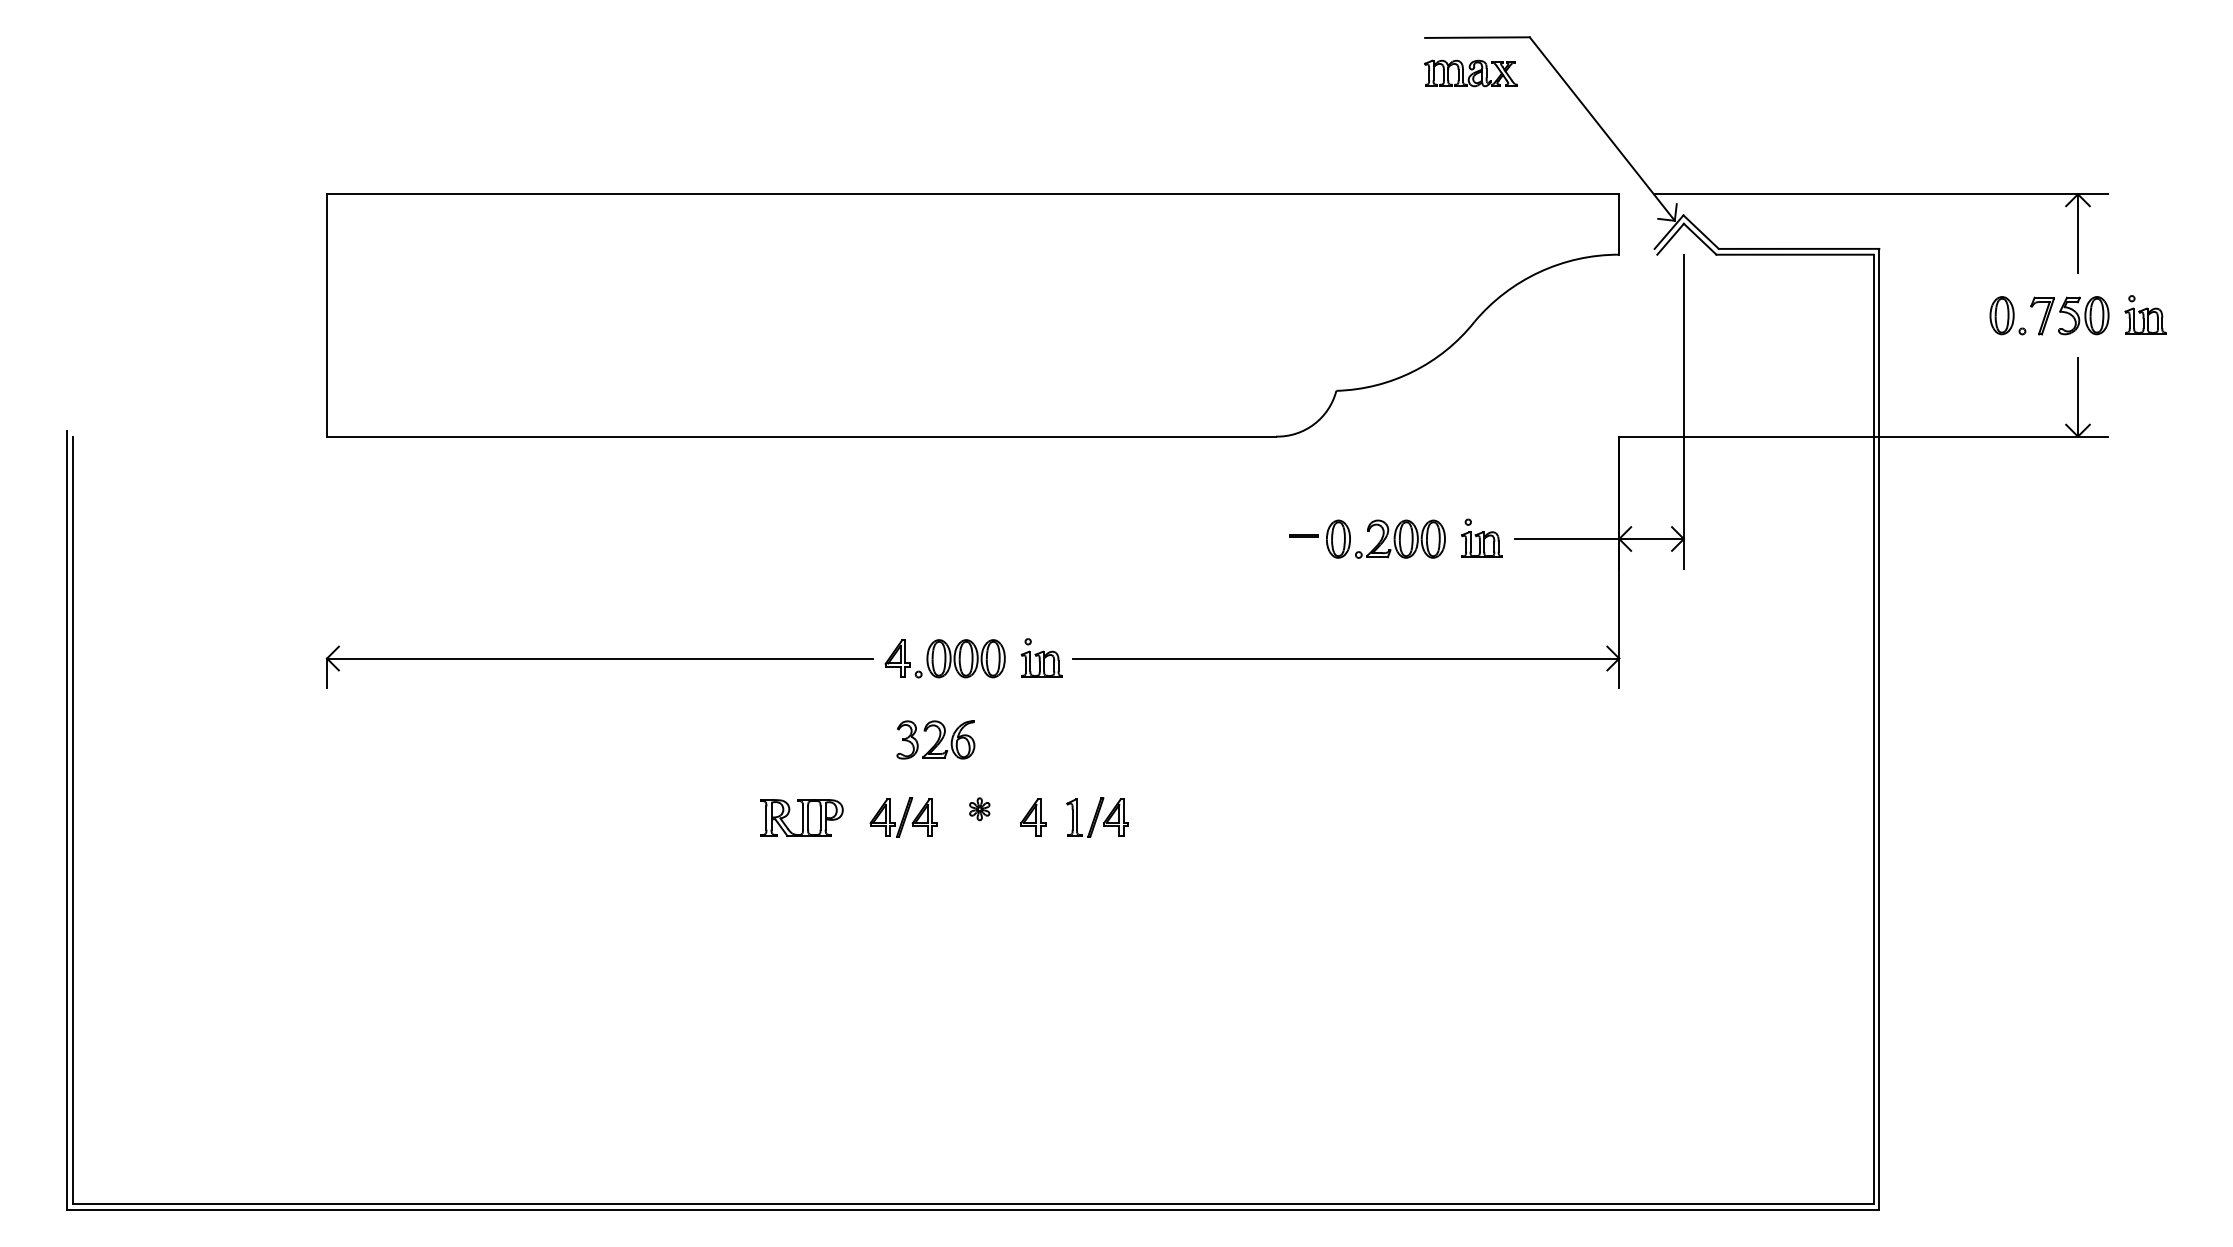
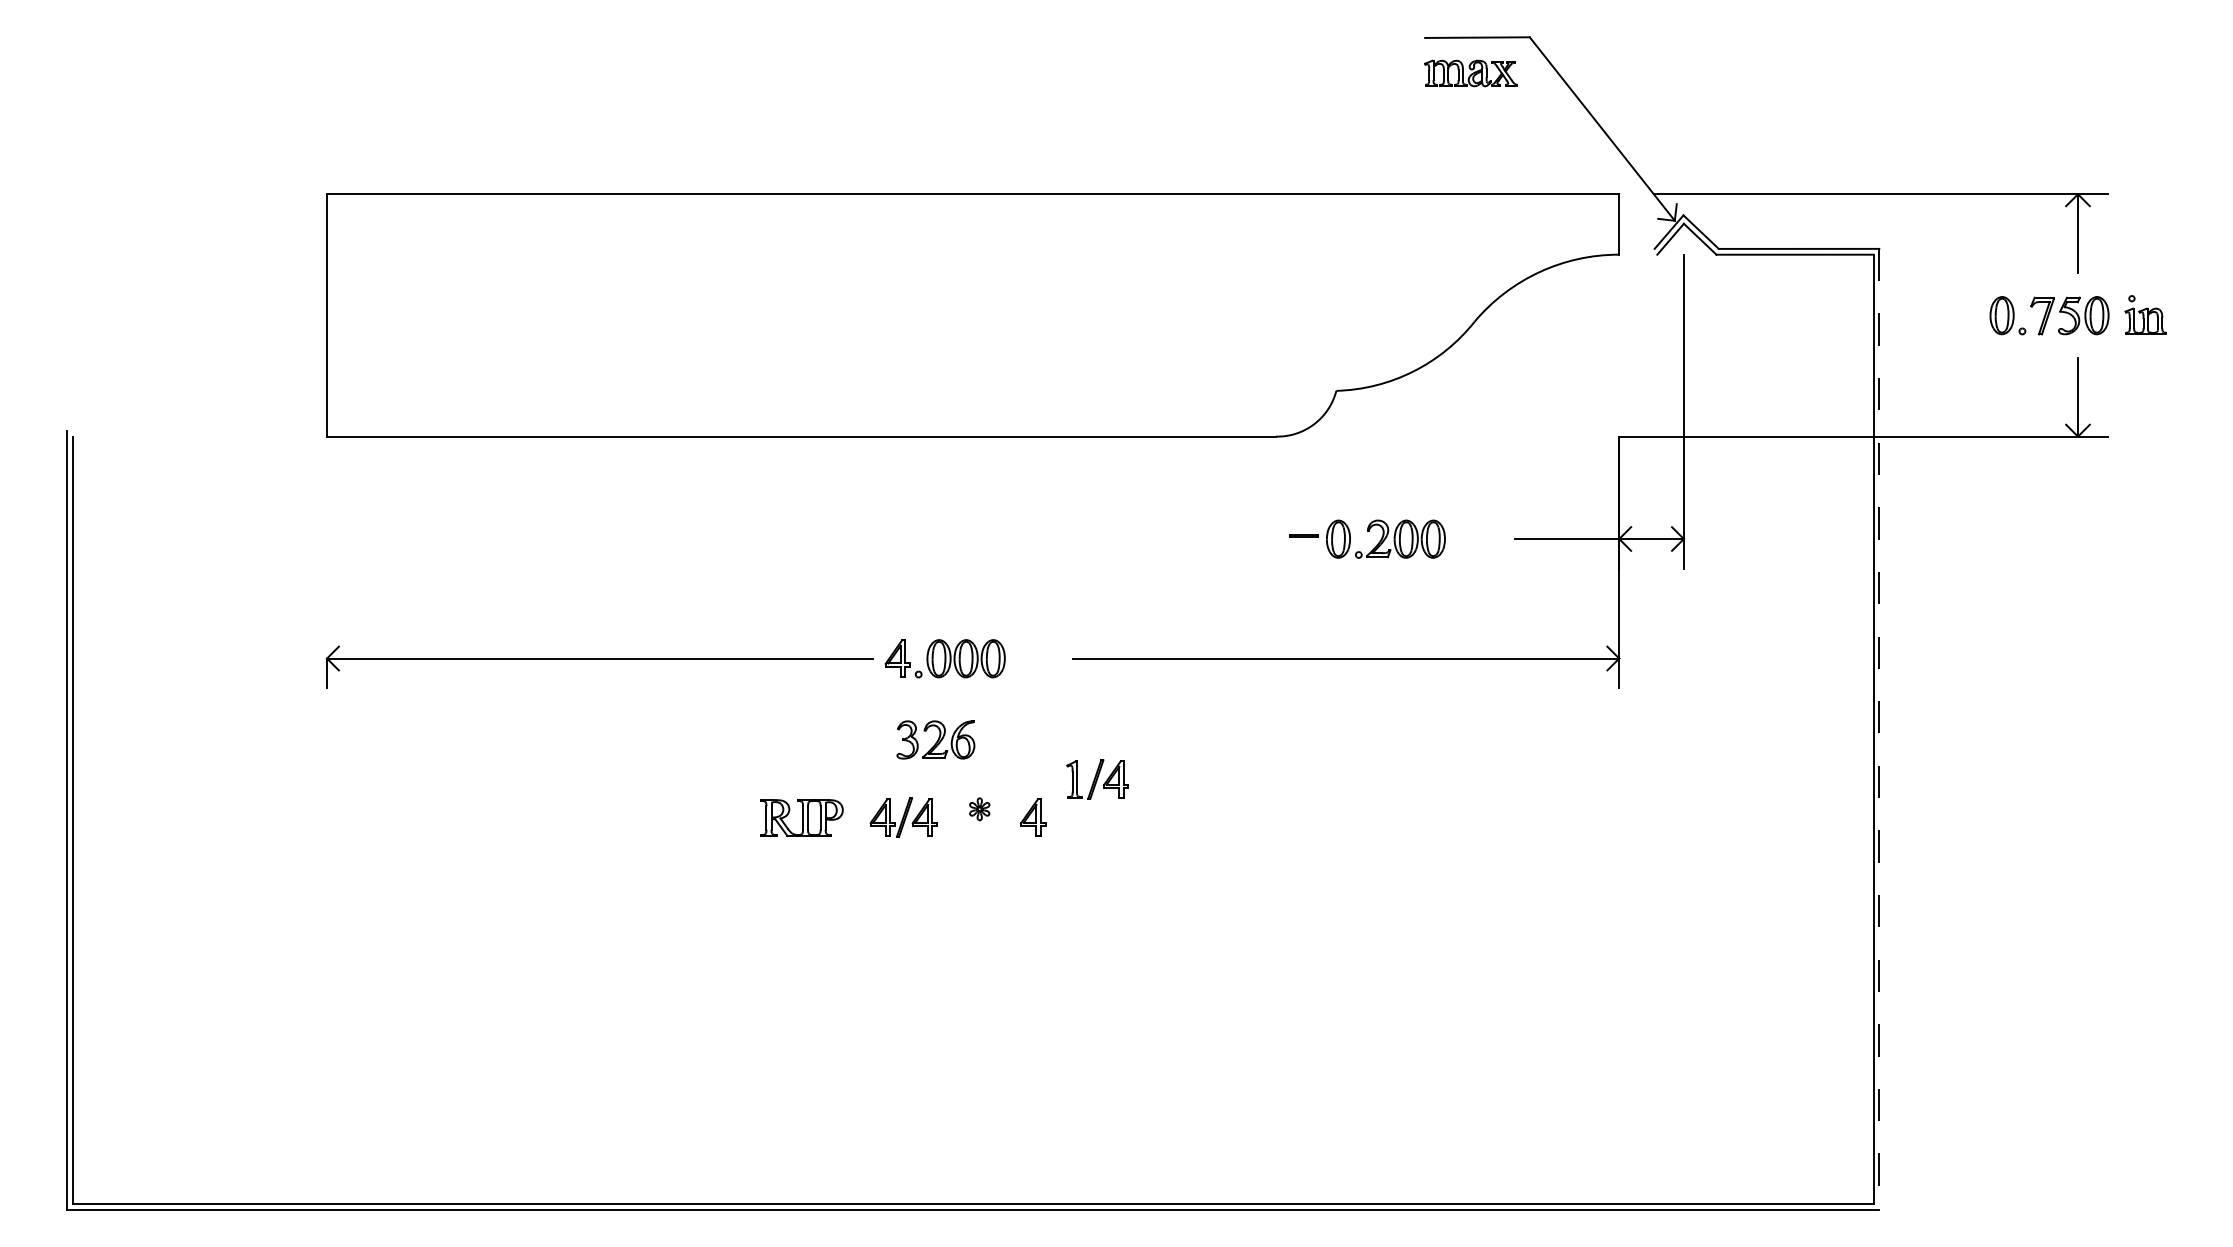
part at (1481, 537): present -> none
part at (1041, 657): present -> none
line at (1879, 729): solid -> dashed
part at (1097, 817) position: (1097, 817) -> (1097, 779)
